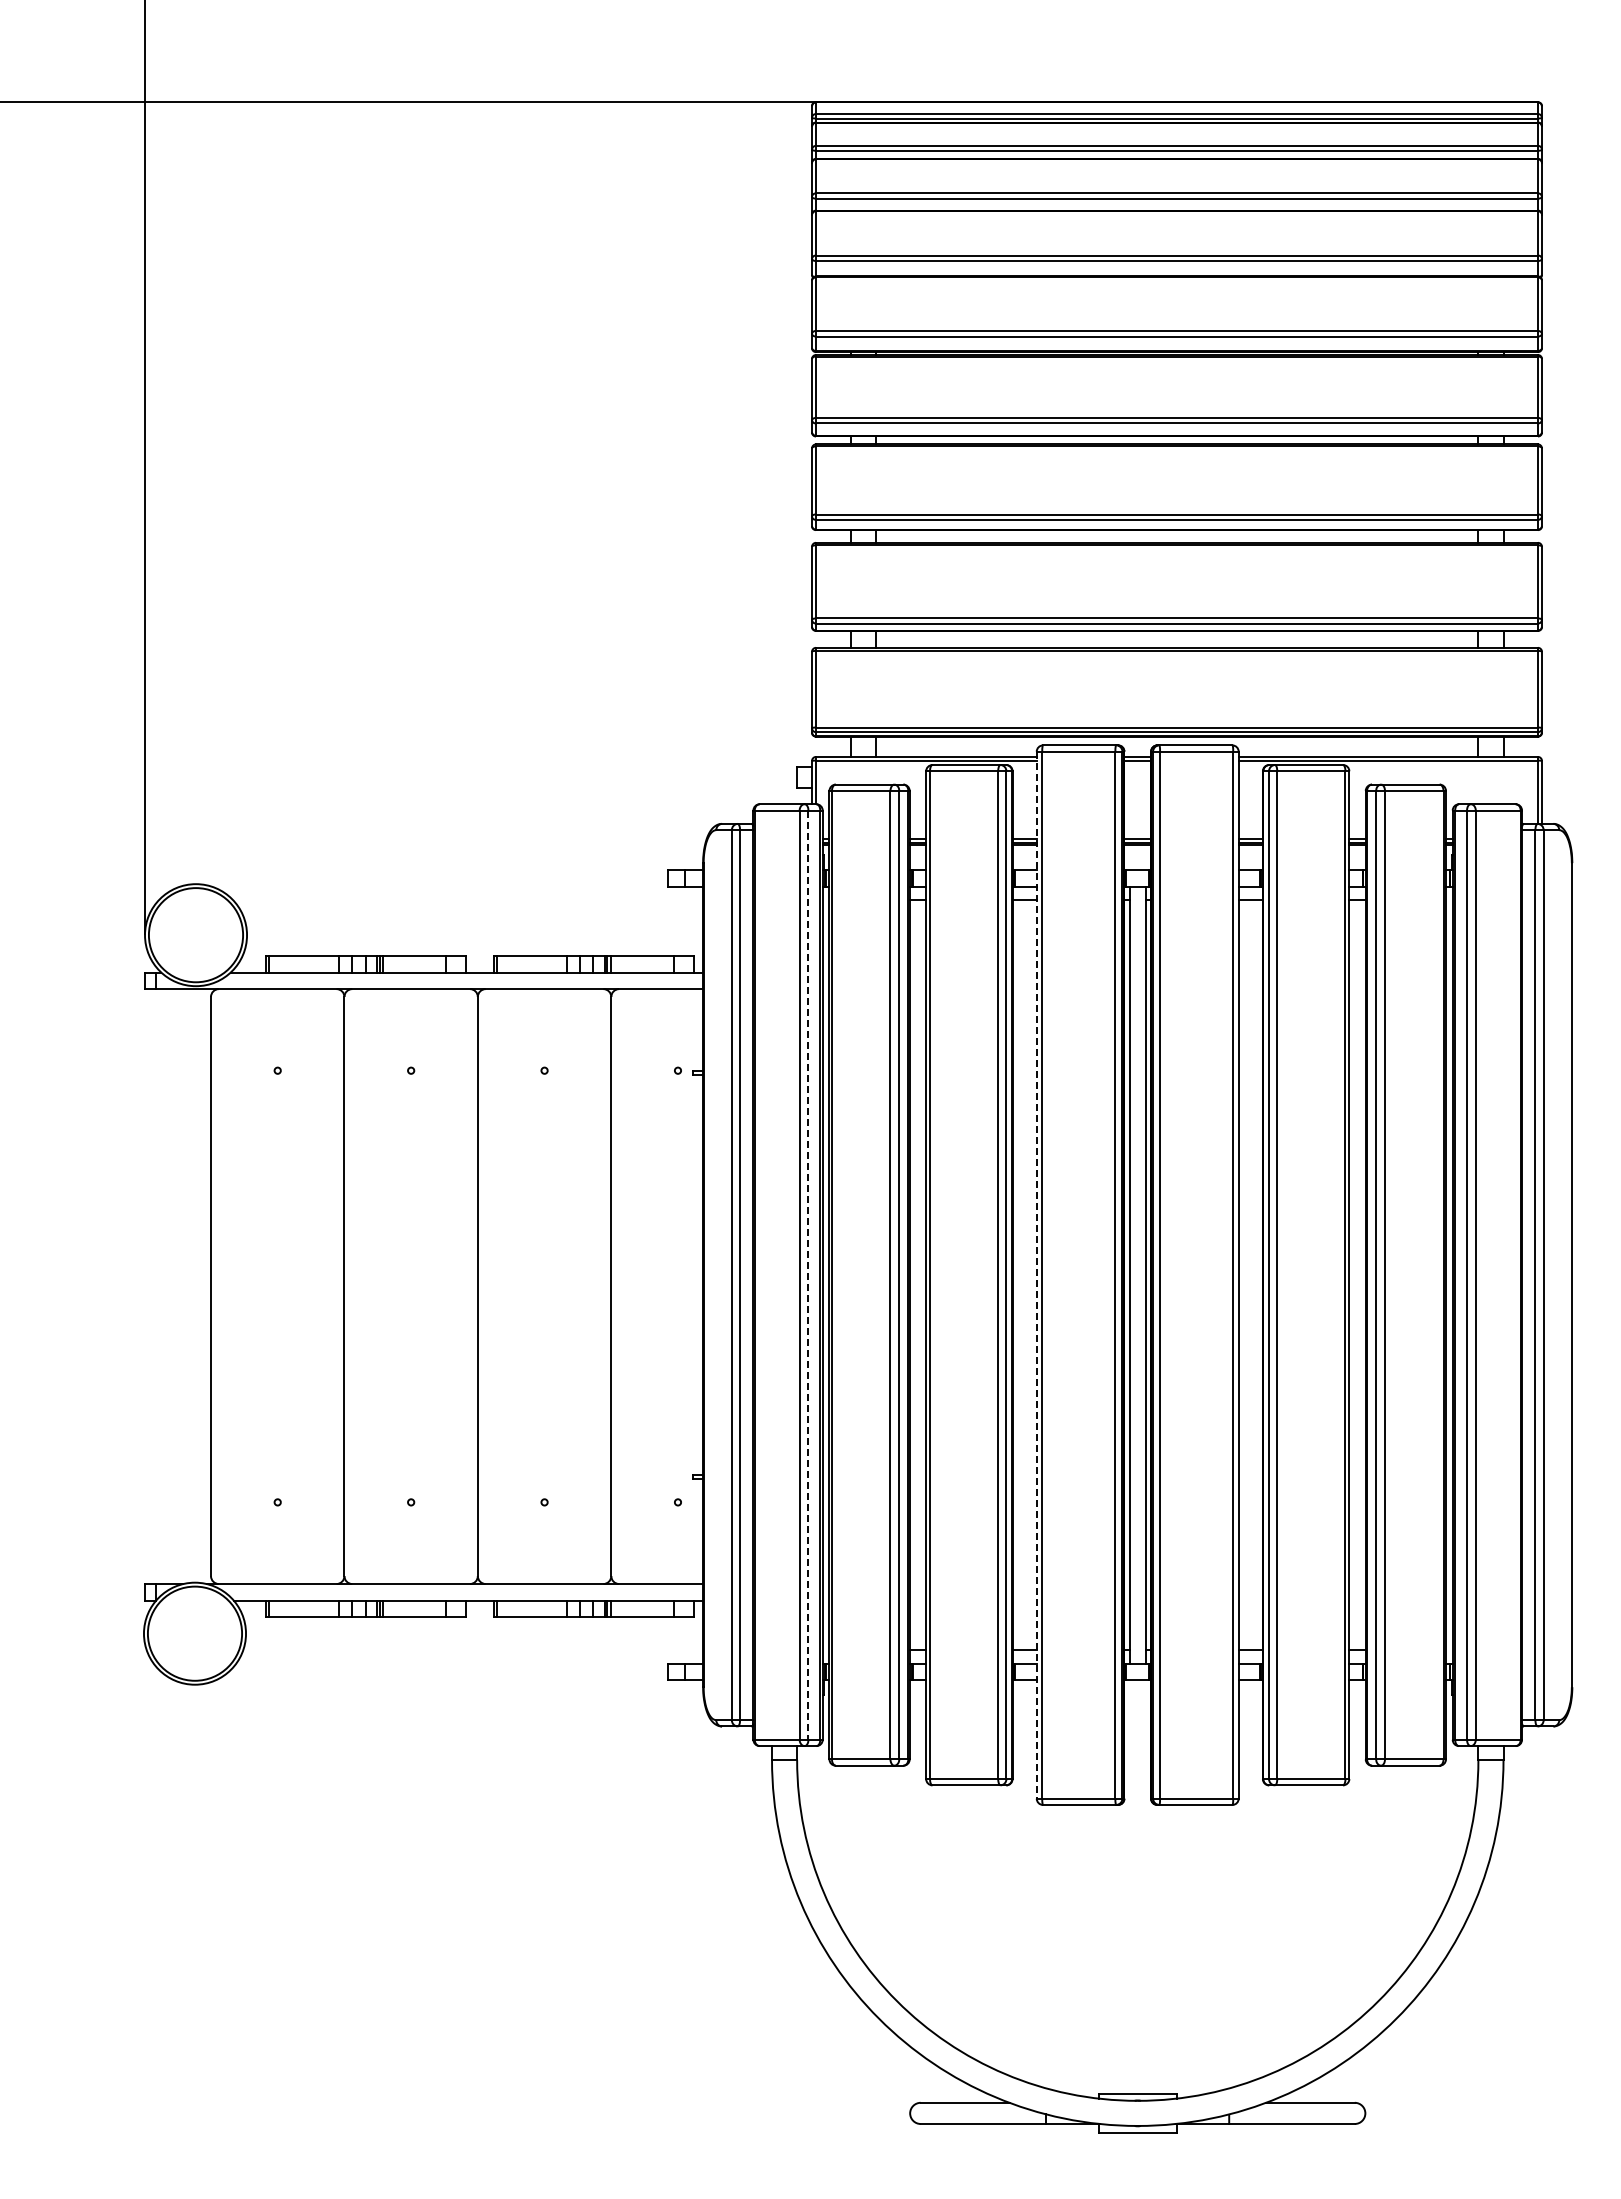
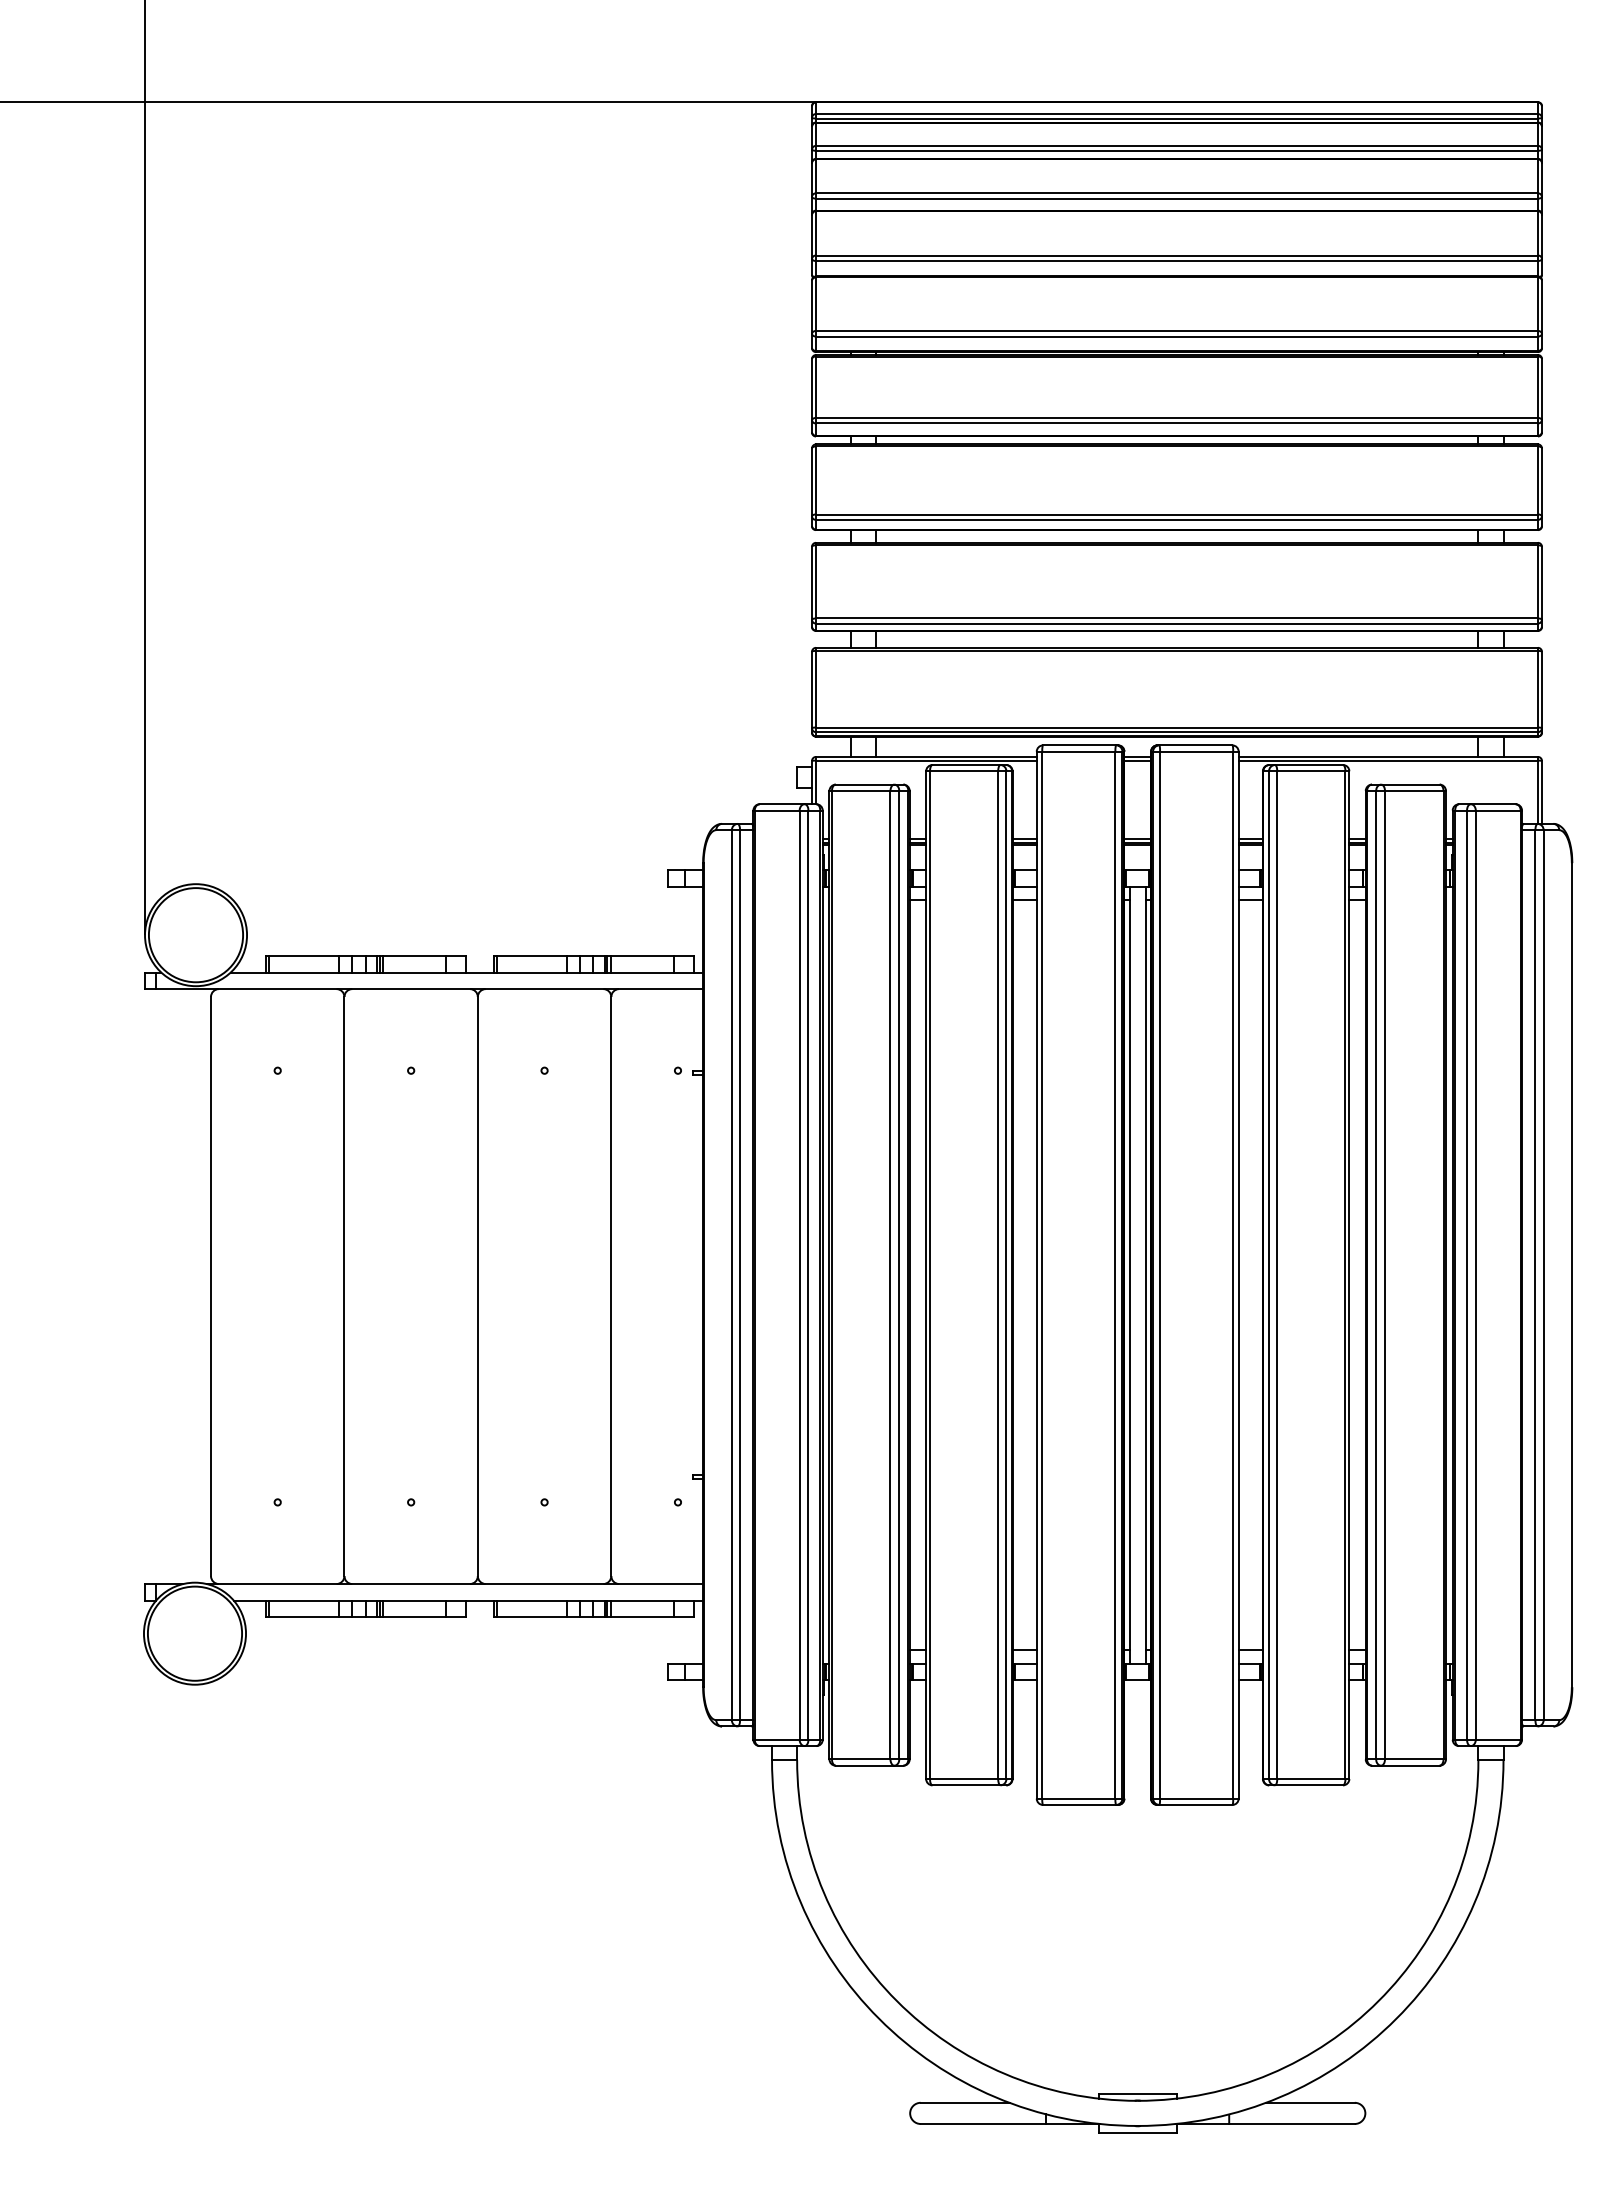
line at (808, 1275): dashed -> solid
line at (1036, 1275): dashed -> solid
